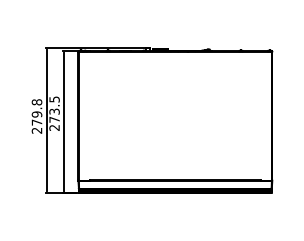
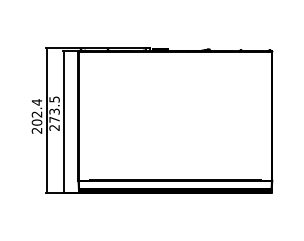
text at (36, 112): 279.8 -> 202.4
